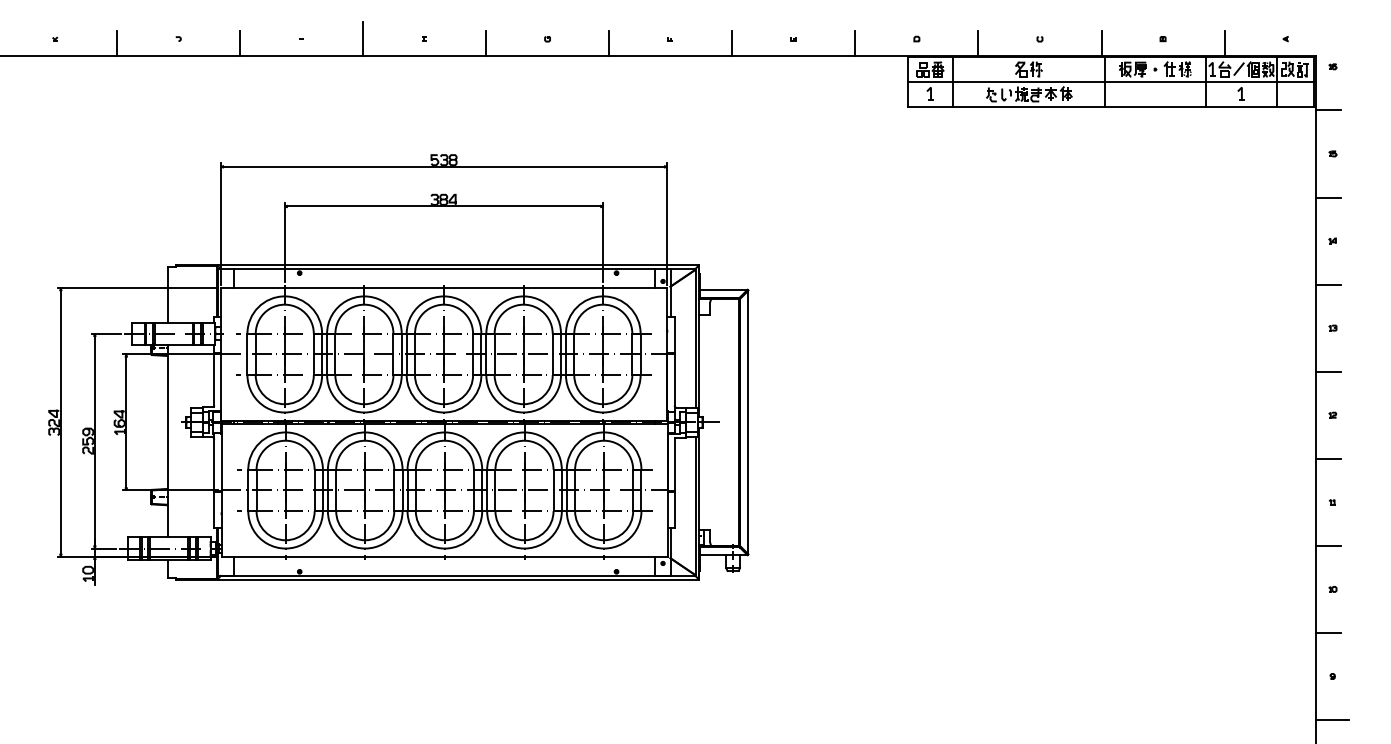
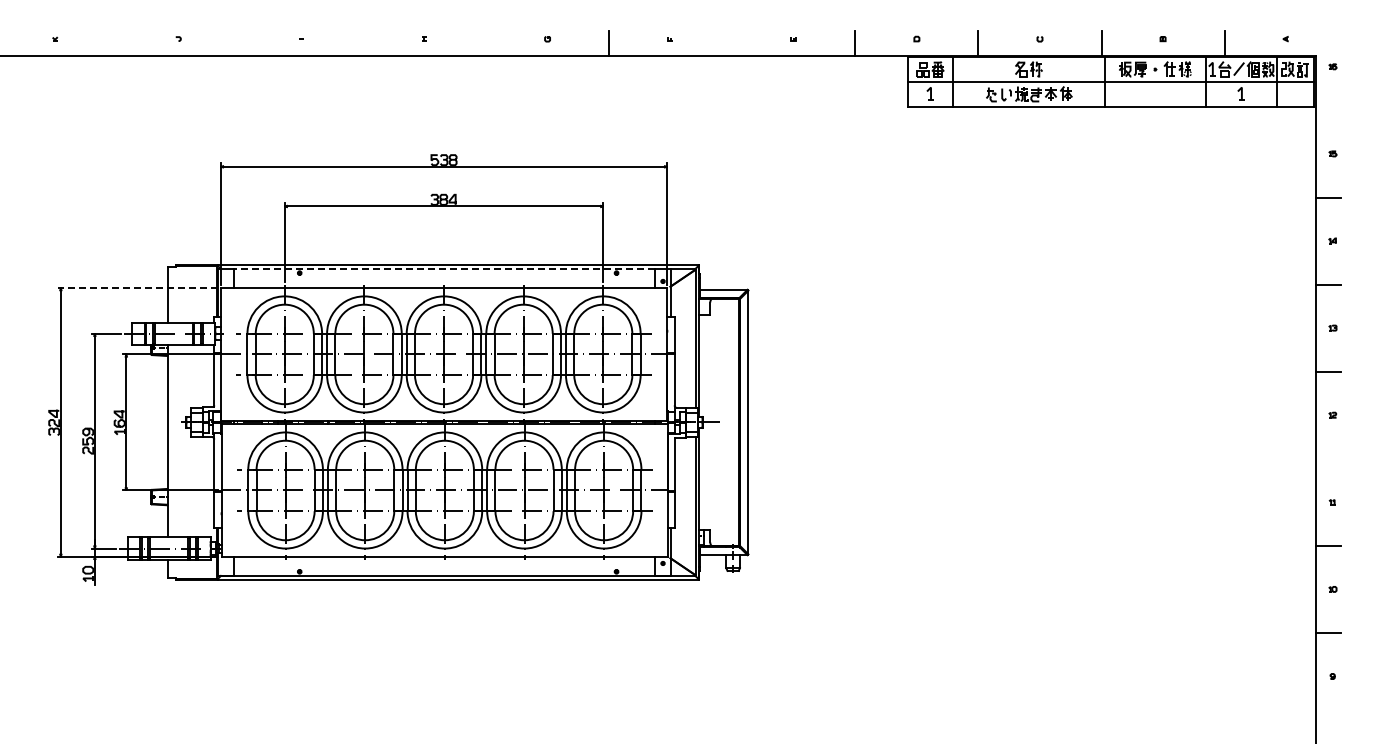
line at (363, 38): present -> none
line at (116, 42): present -> none
line at (239, 42): present -> none
line at (486, 42): present -> none
line at (732, 42): present -> none
line at (1328, 110): present -> none
line at (443, 269): solid -> dashed
line at (137, 288): solid -> dashed
line at (1328, 458): present -> none
line at (1332, 720): present -> none
